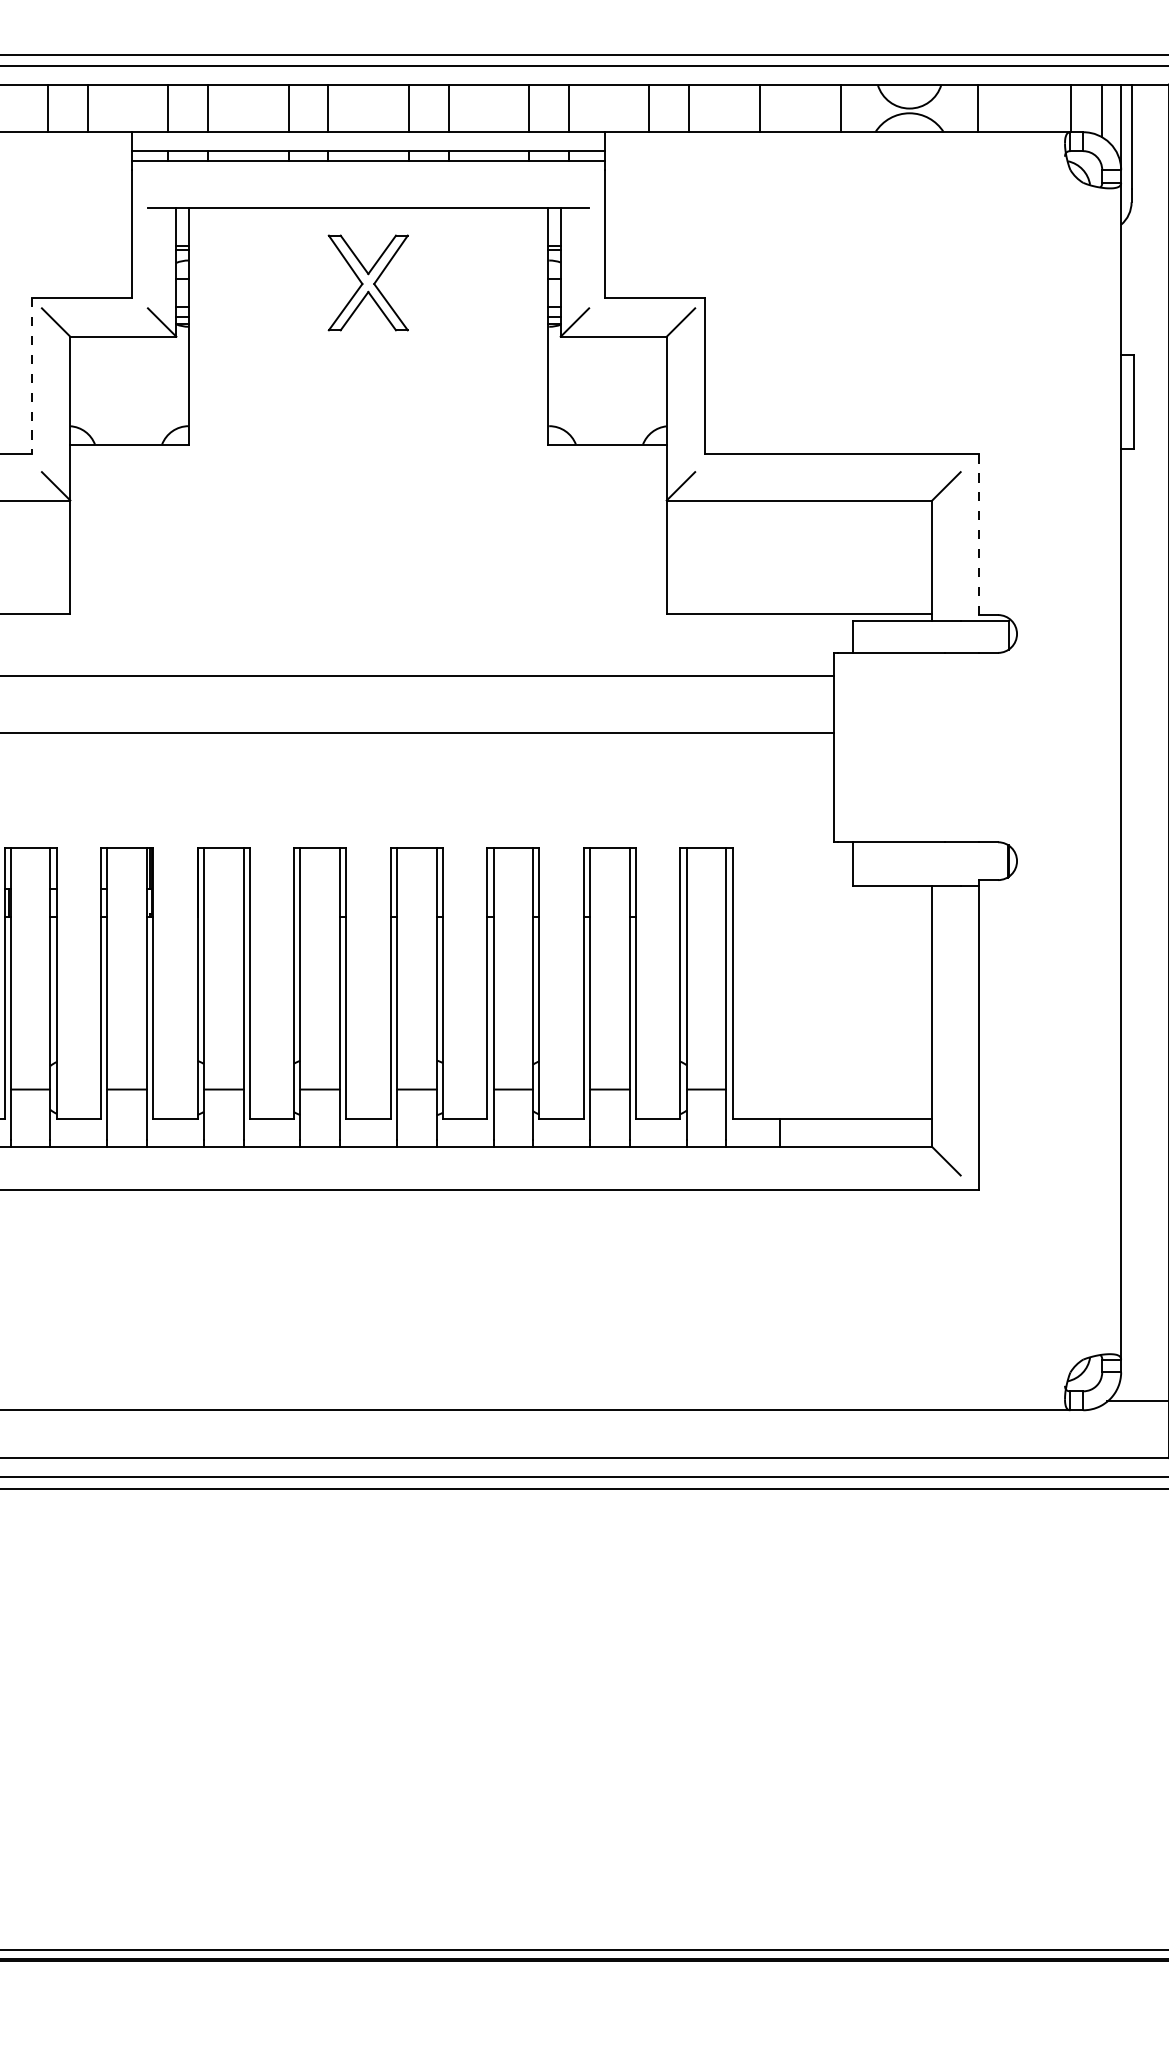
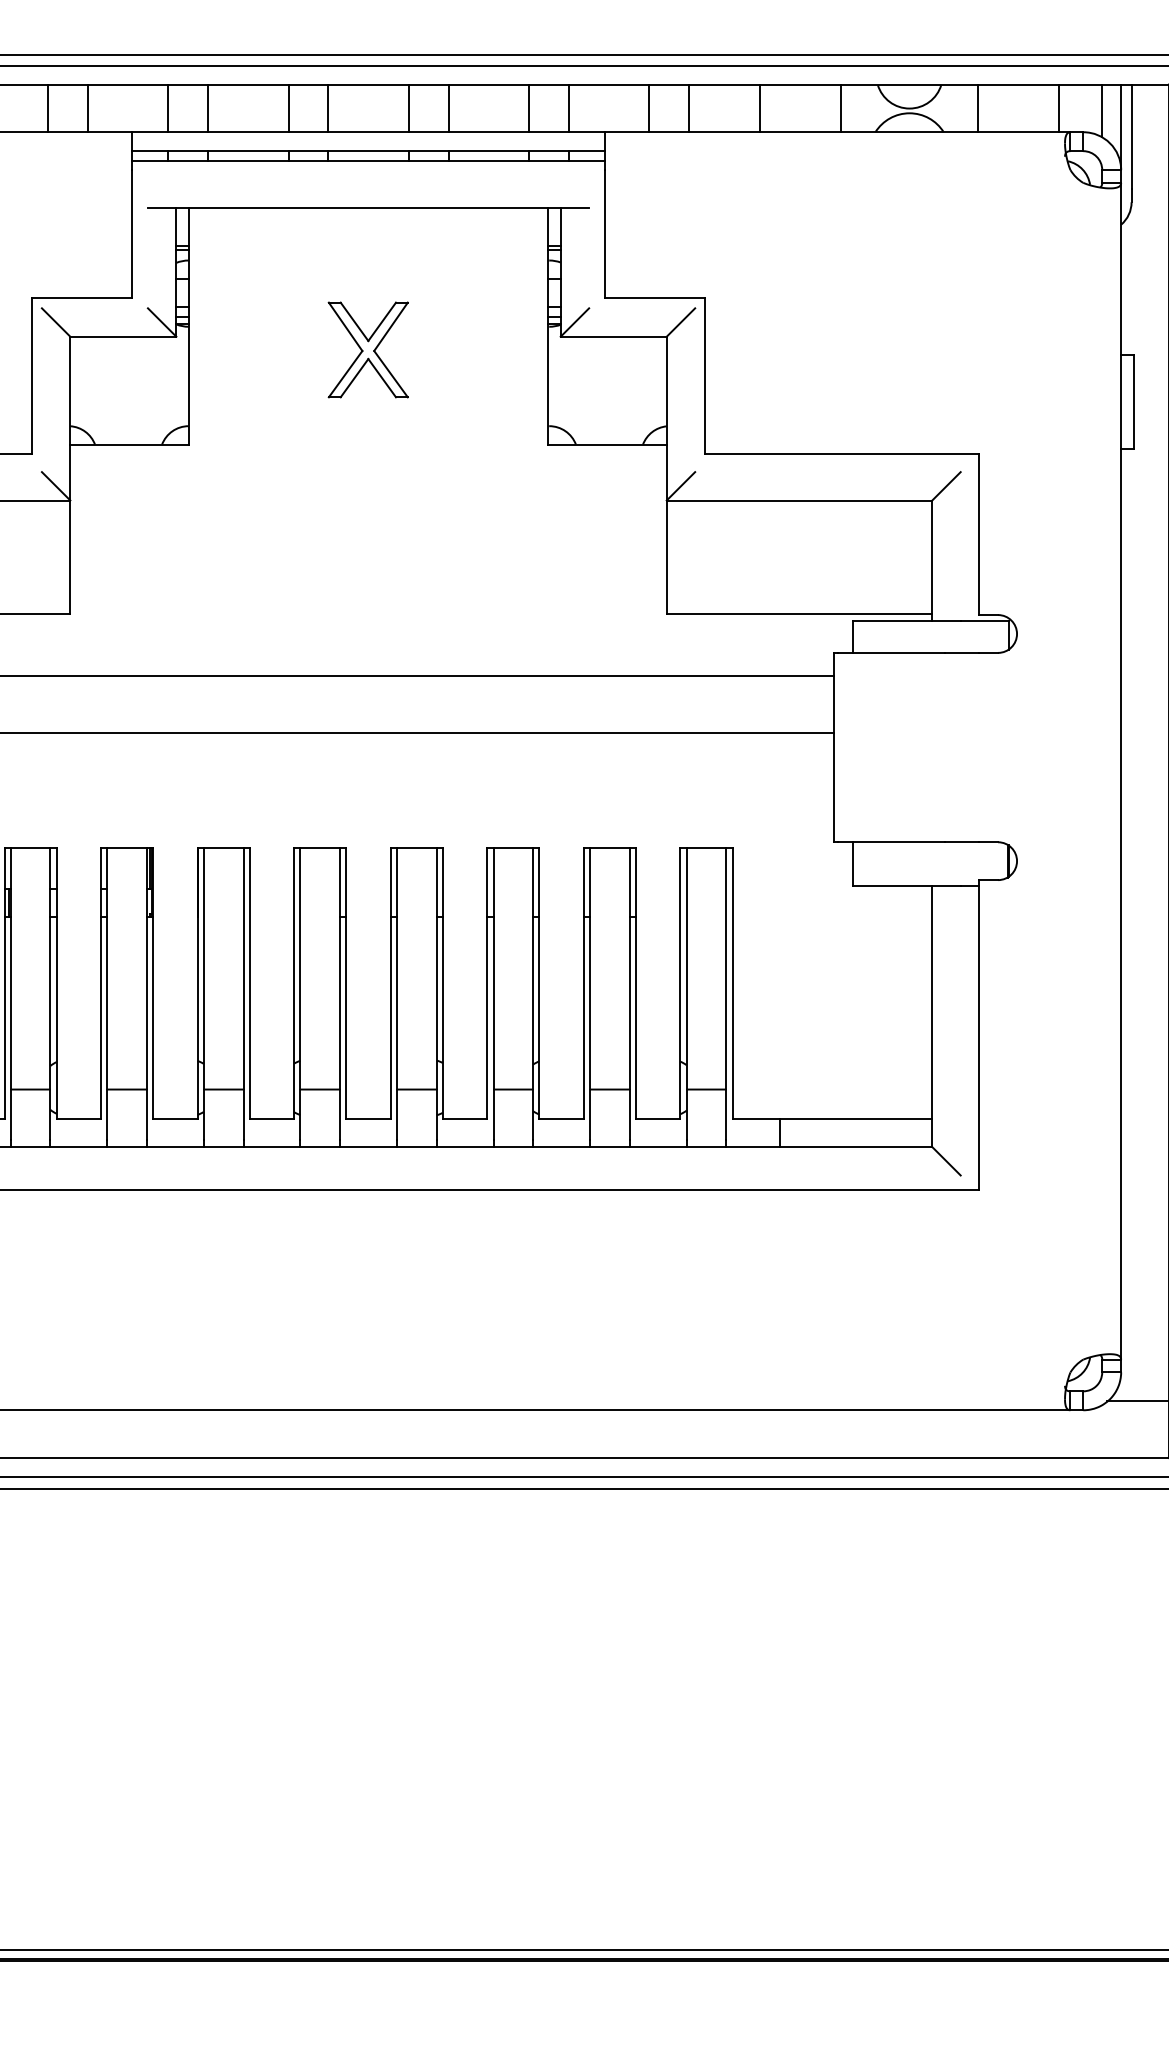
line at (1070, 108) position: (1070, 108) -> (1058, 108)
part at (367, 282) position: (367, 282) -> (367, 349)
line at (32, 376): dashed -> solid
line at (979, 534): dashed -> solid
